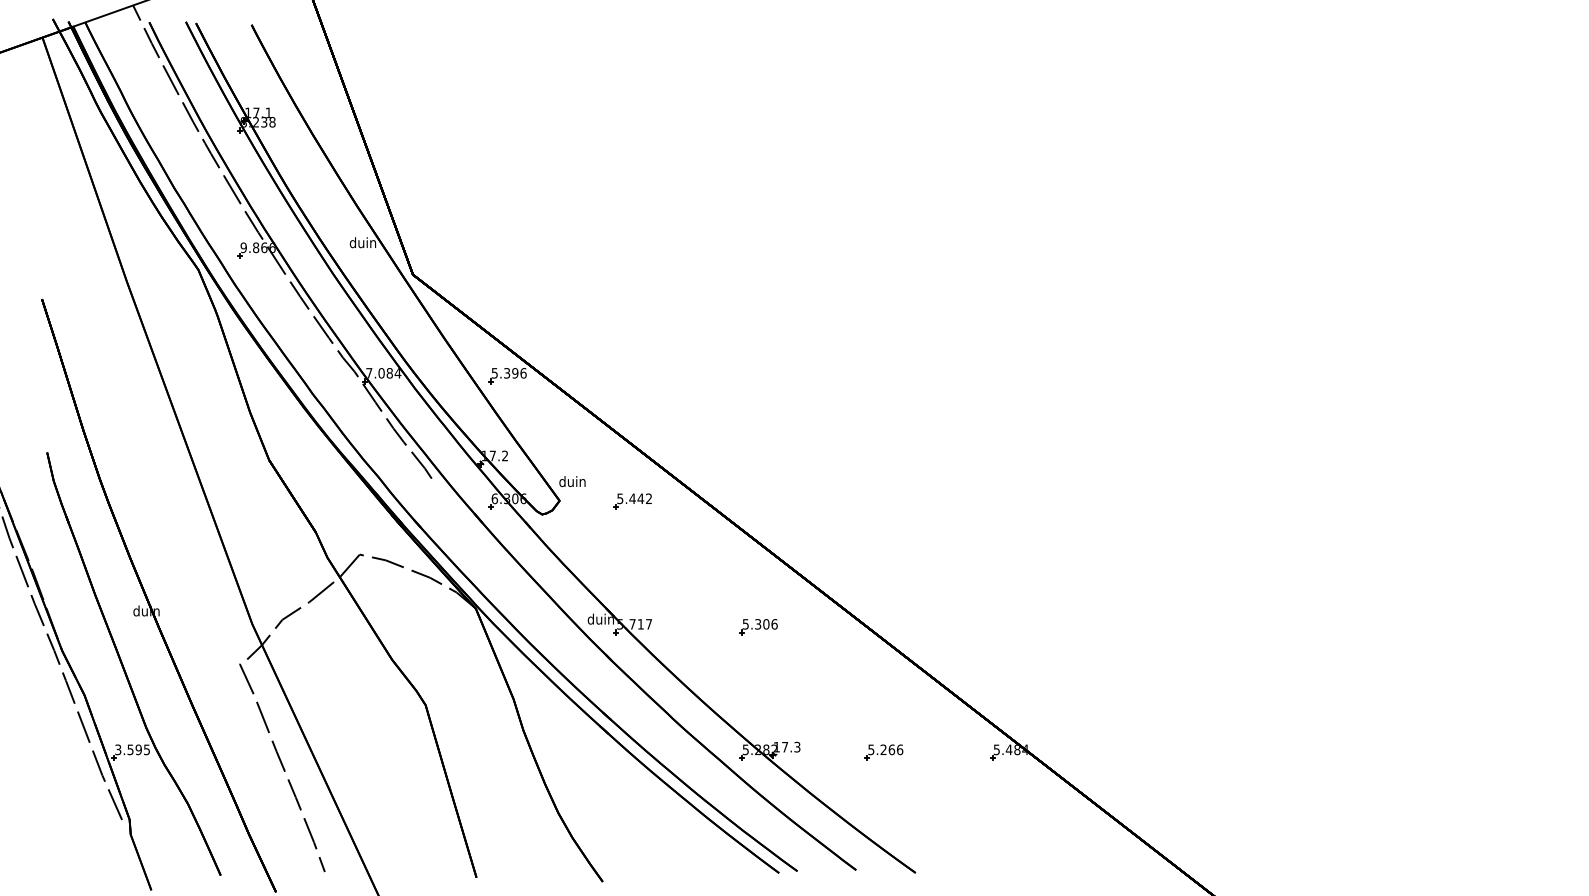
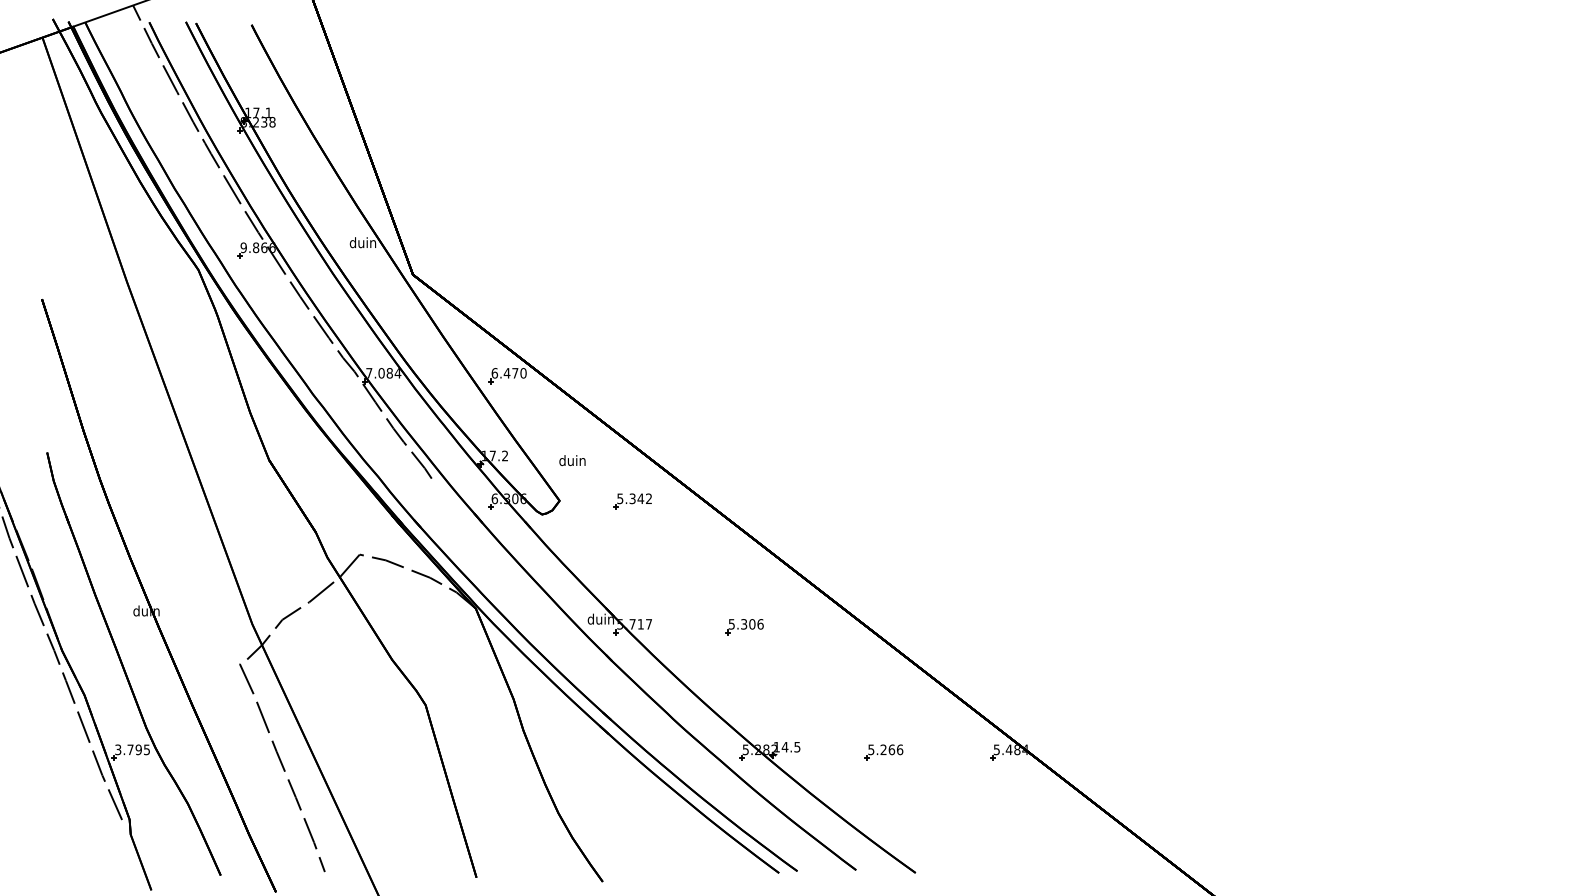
text at (508, 373): 5.396 -> 6.470
text at (572, 481) position: (572, 481) -> (572, 460)
text at (632, 498): 5.442 -> 5.342
part at (758, 627) position: (758, 627) -> (744, 627)
text at (790, 746): 17.3 -> 14.5
text at (130, 749): 3.595 -> 3.795
